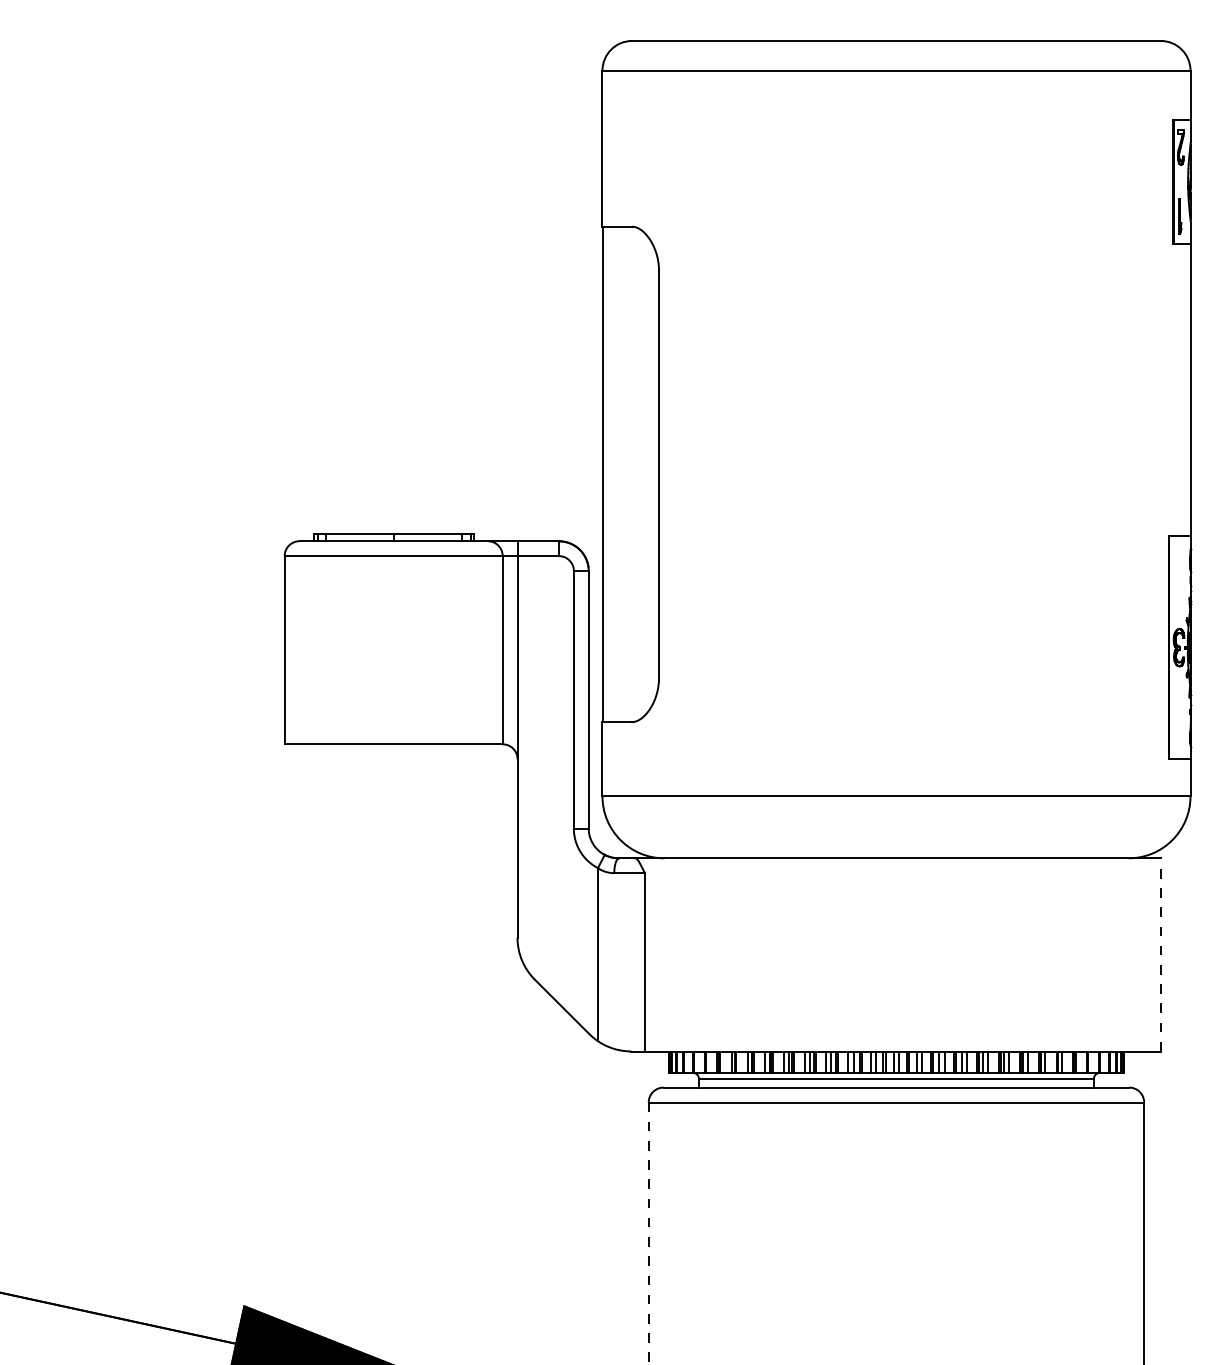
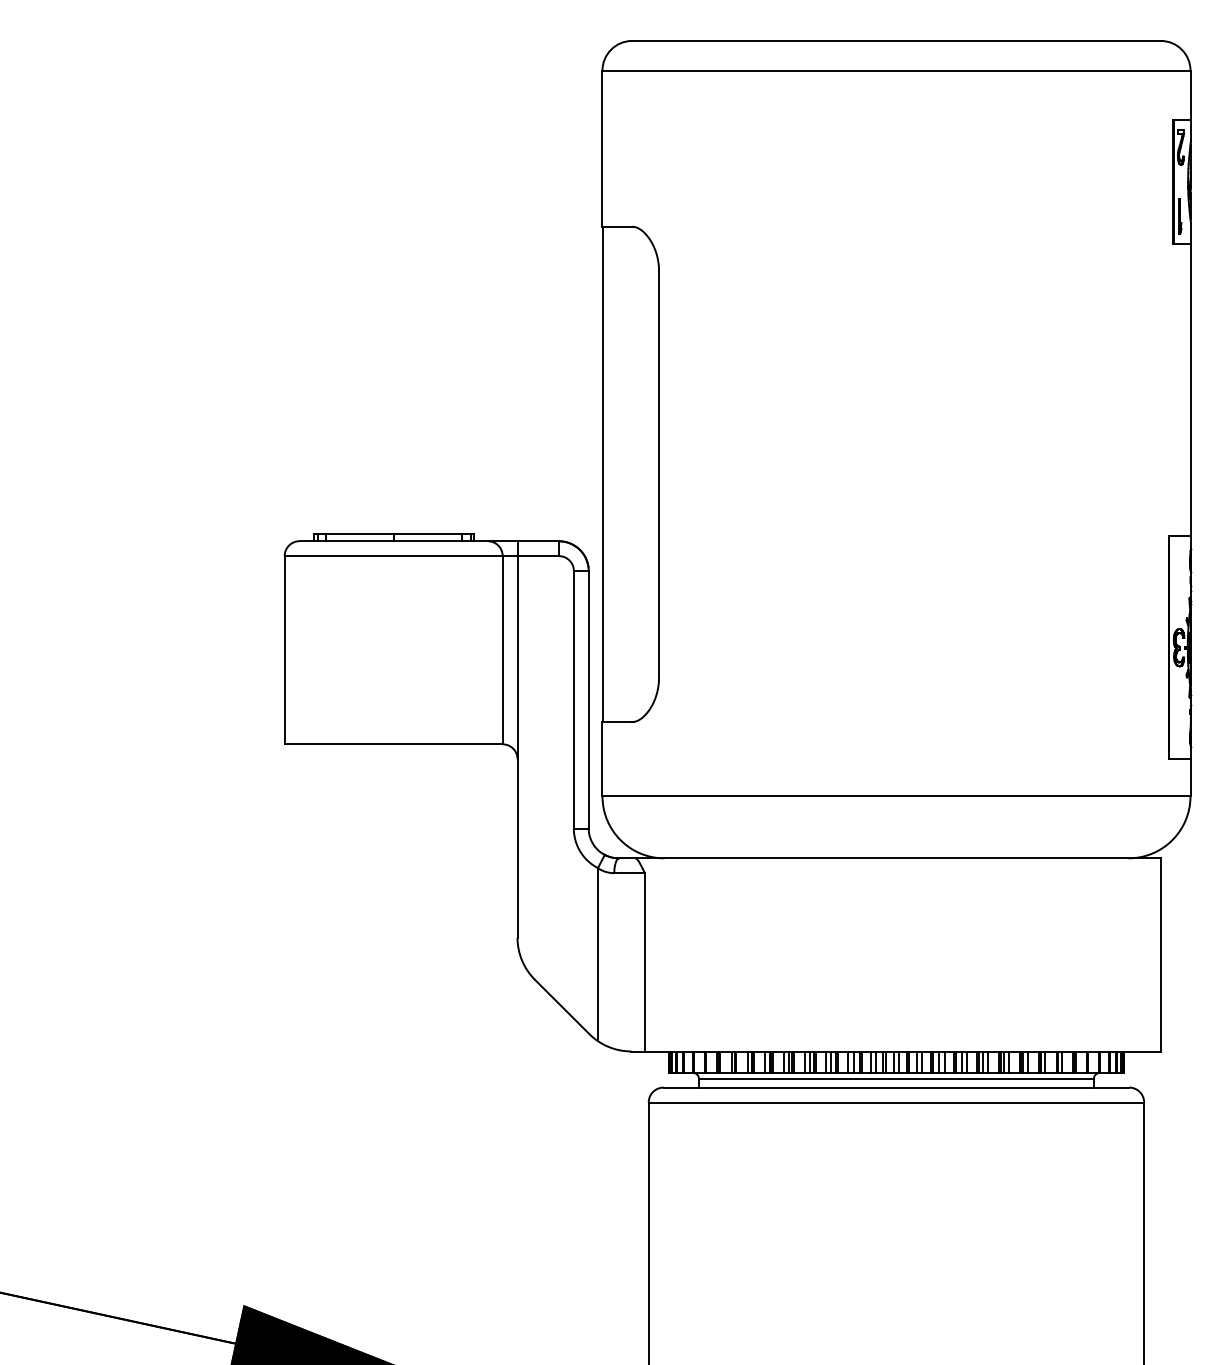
line at (1161, 954): dashed -> solid
line at (648, 1233): dashed -> solid
